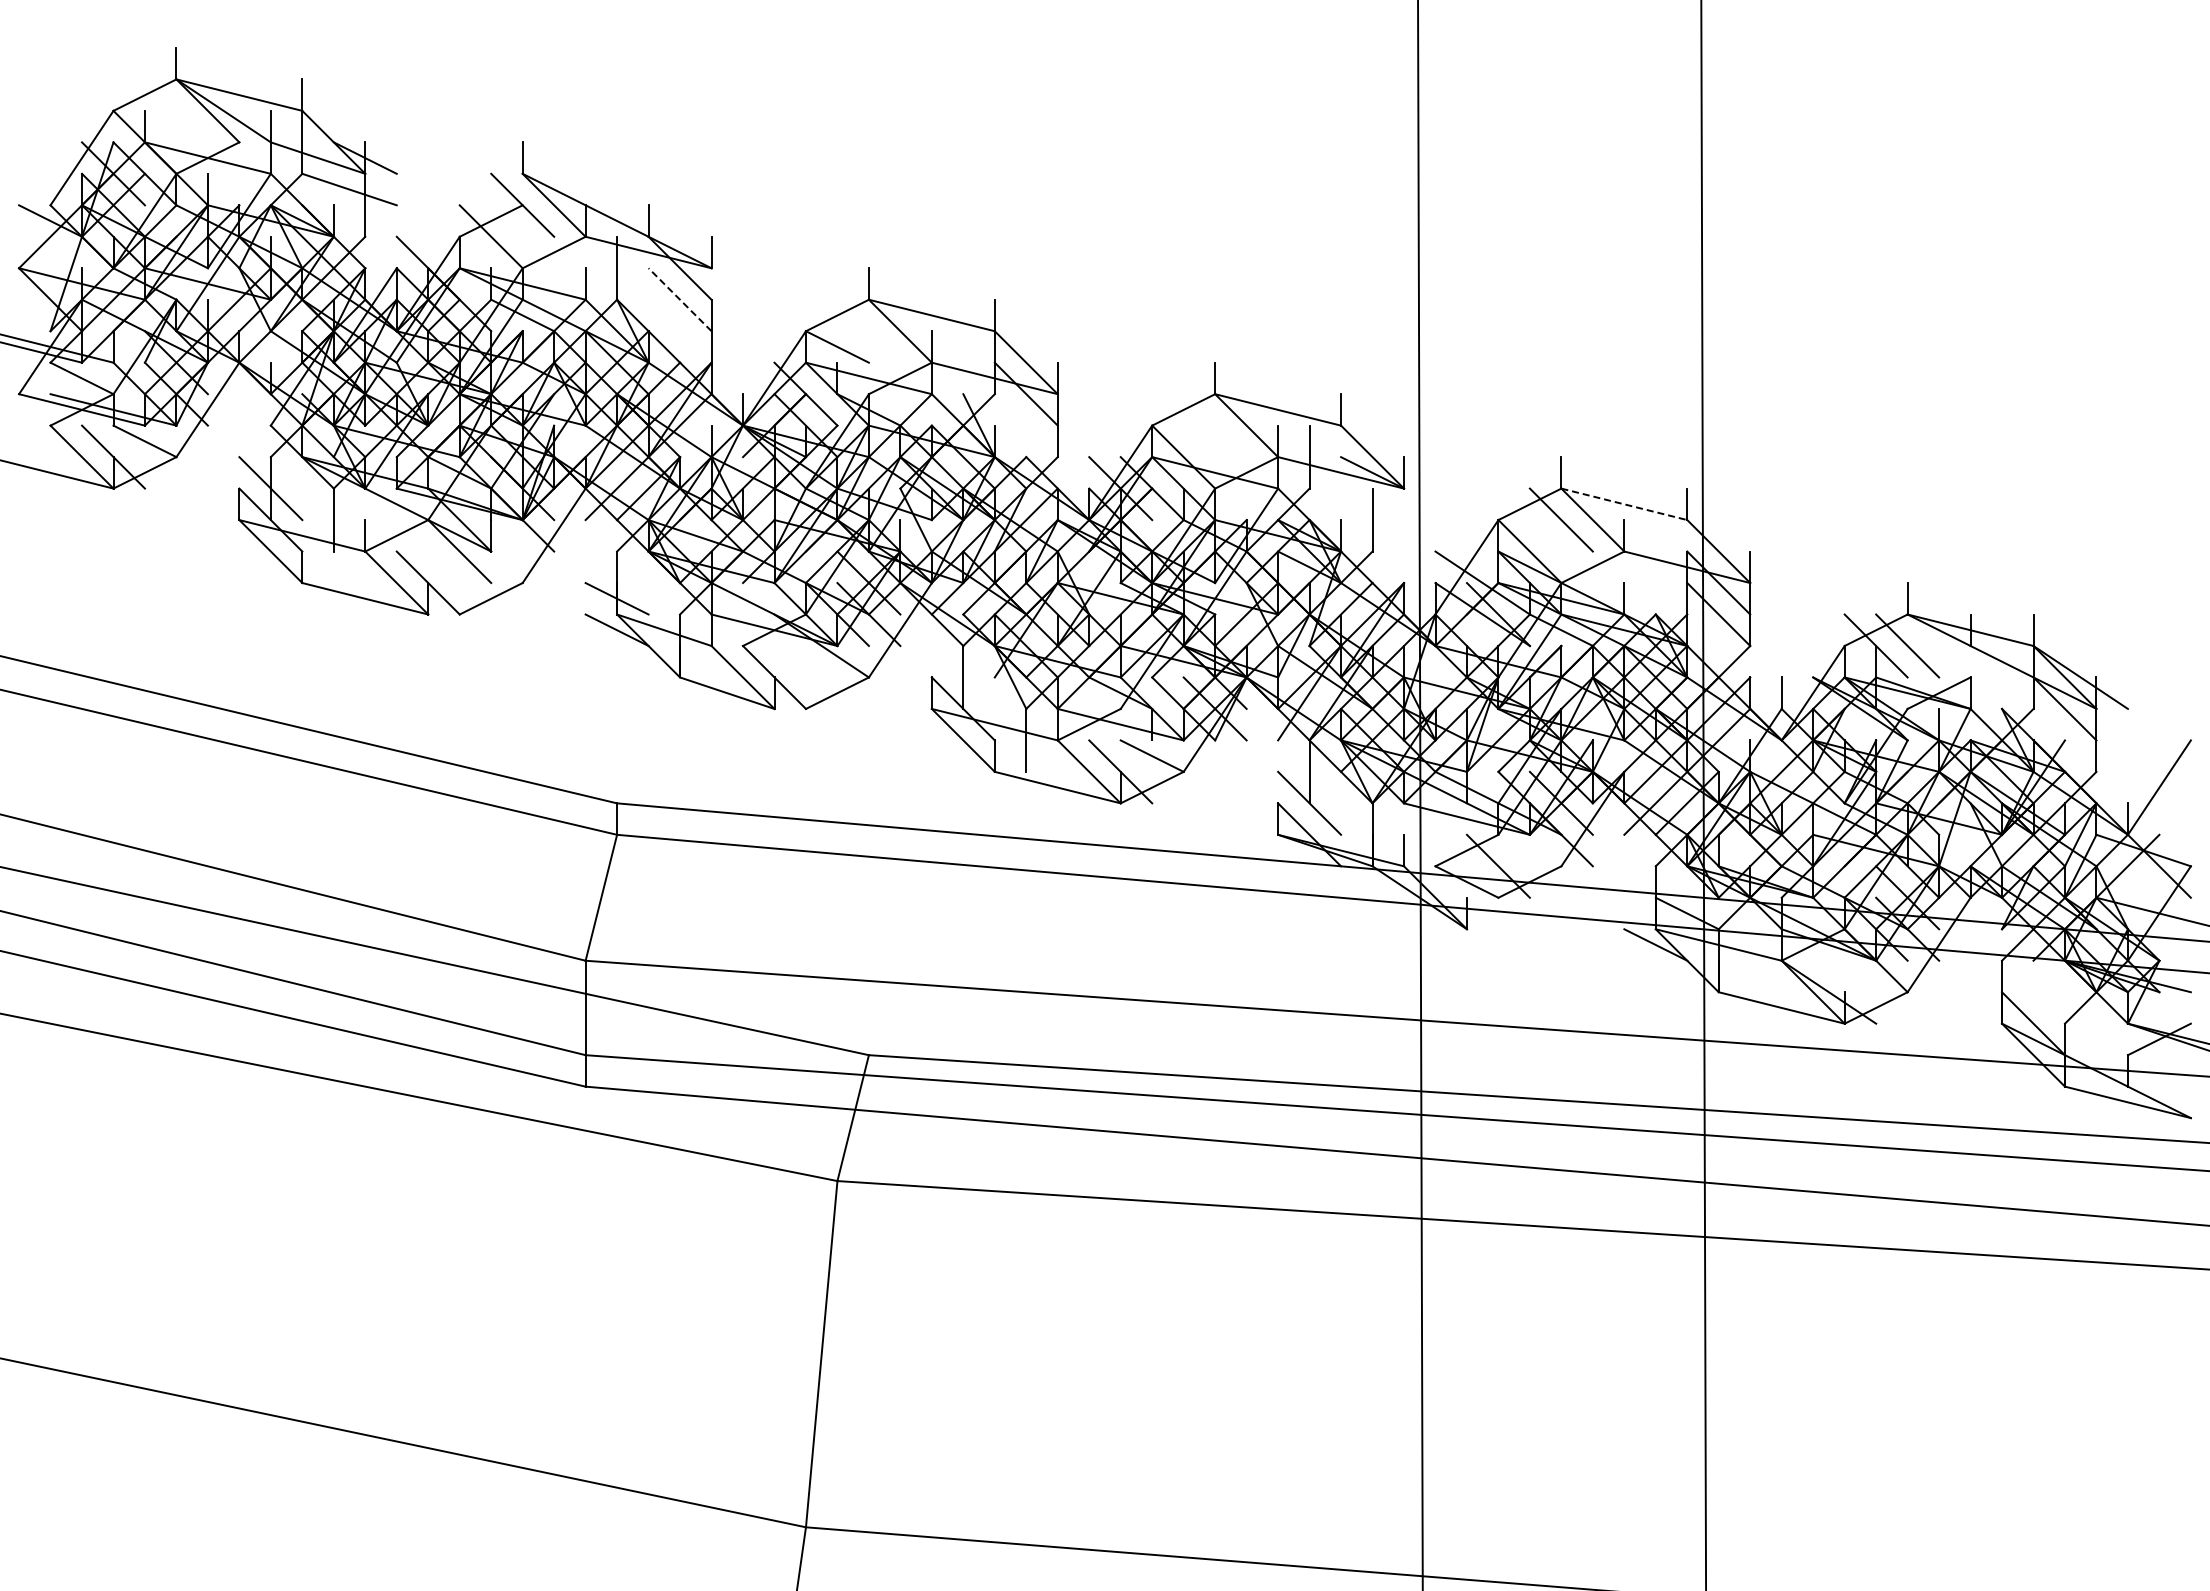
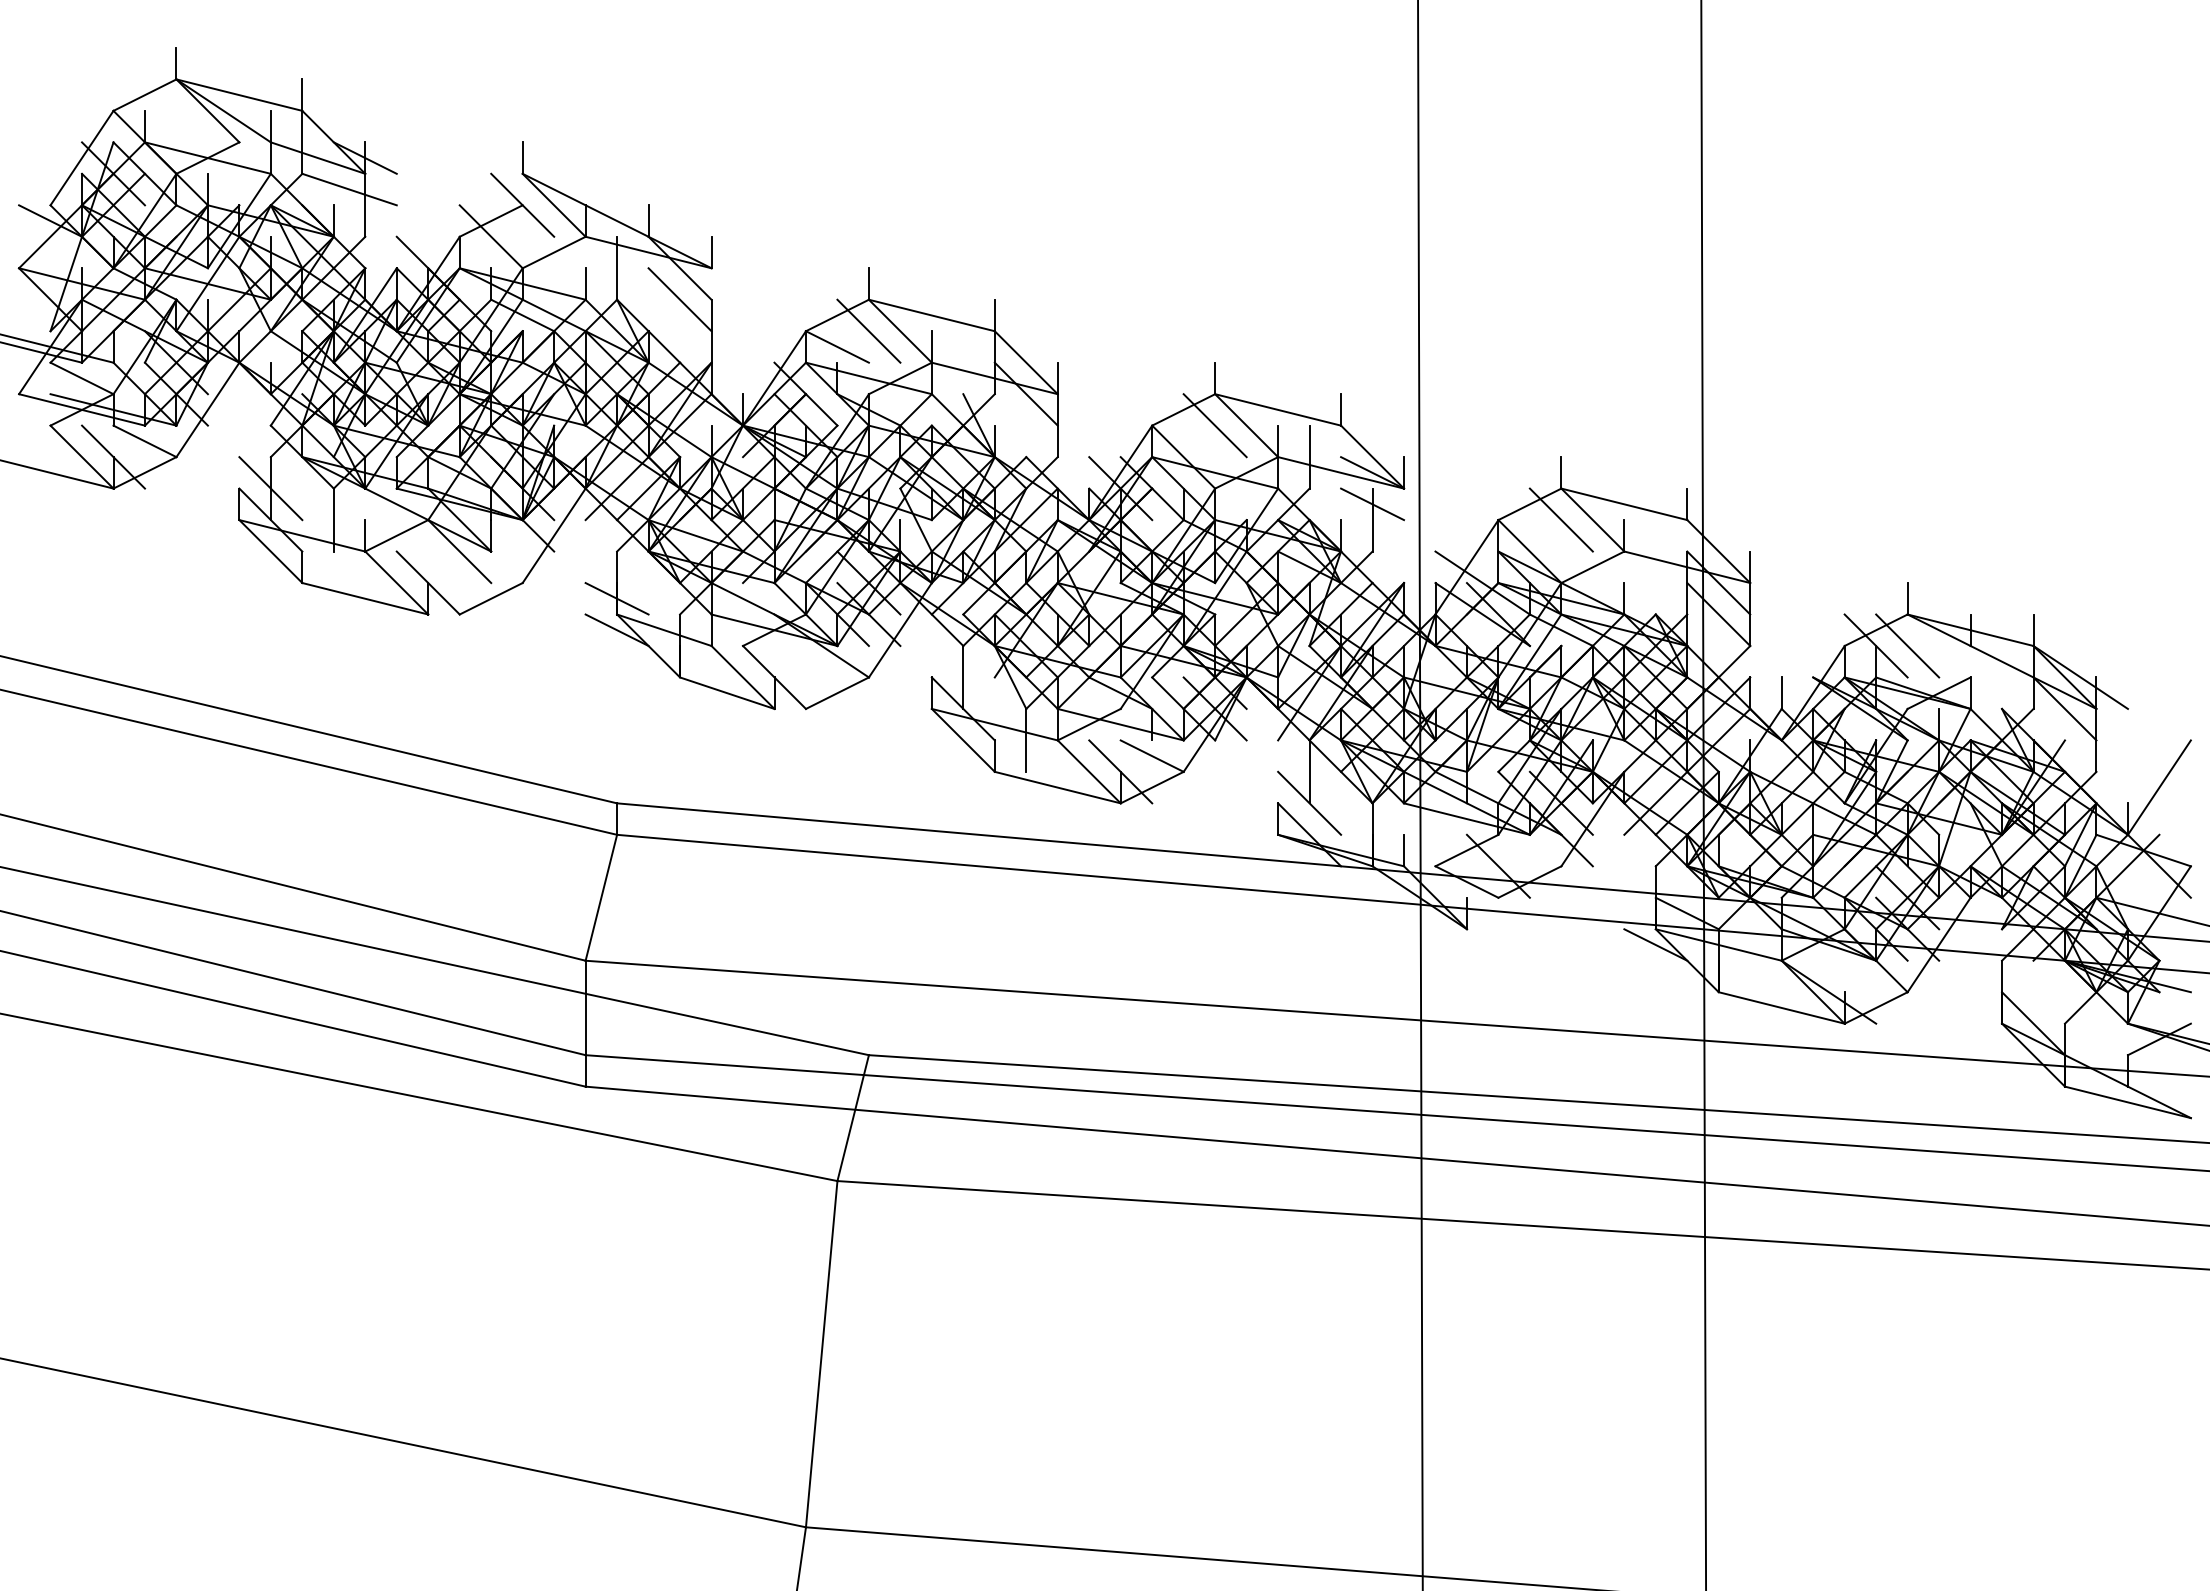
line at (680, 299): dashed -> solid
line at (868, 330): none -> present
line at (1214, 425): none -> present
line at (1372, 504): none -> present
line at (1624, 504): dashed -> solid
